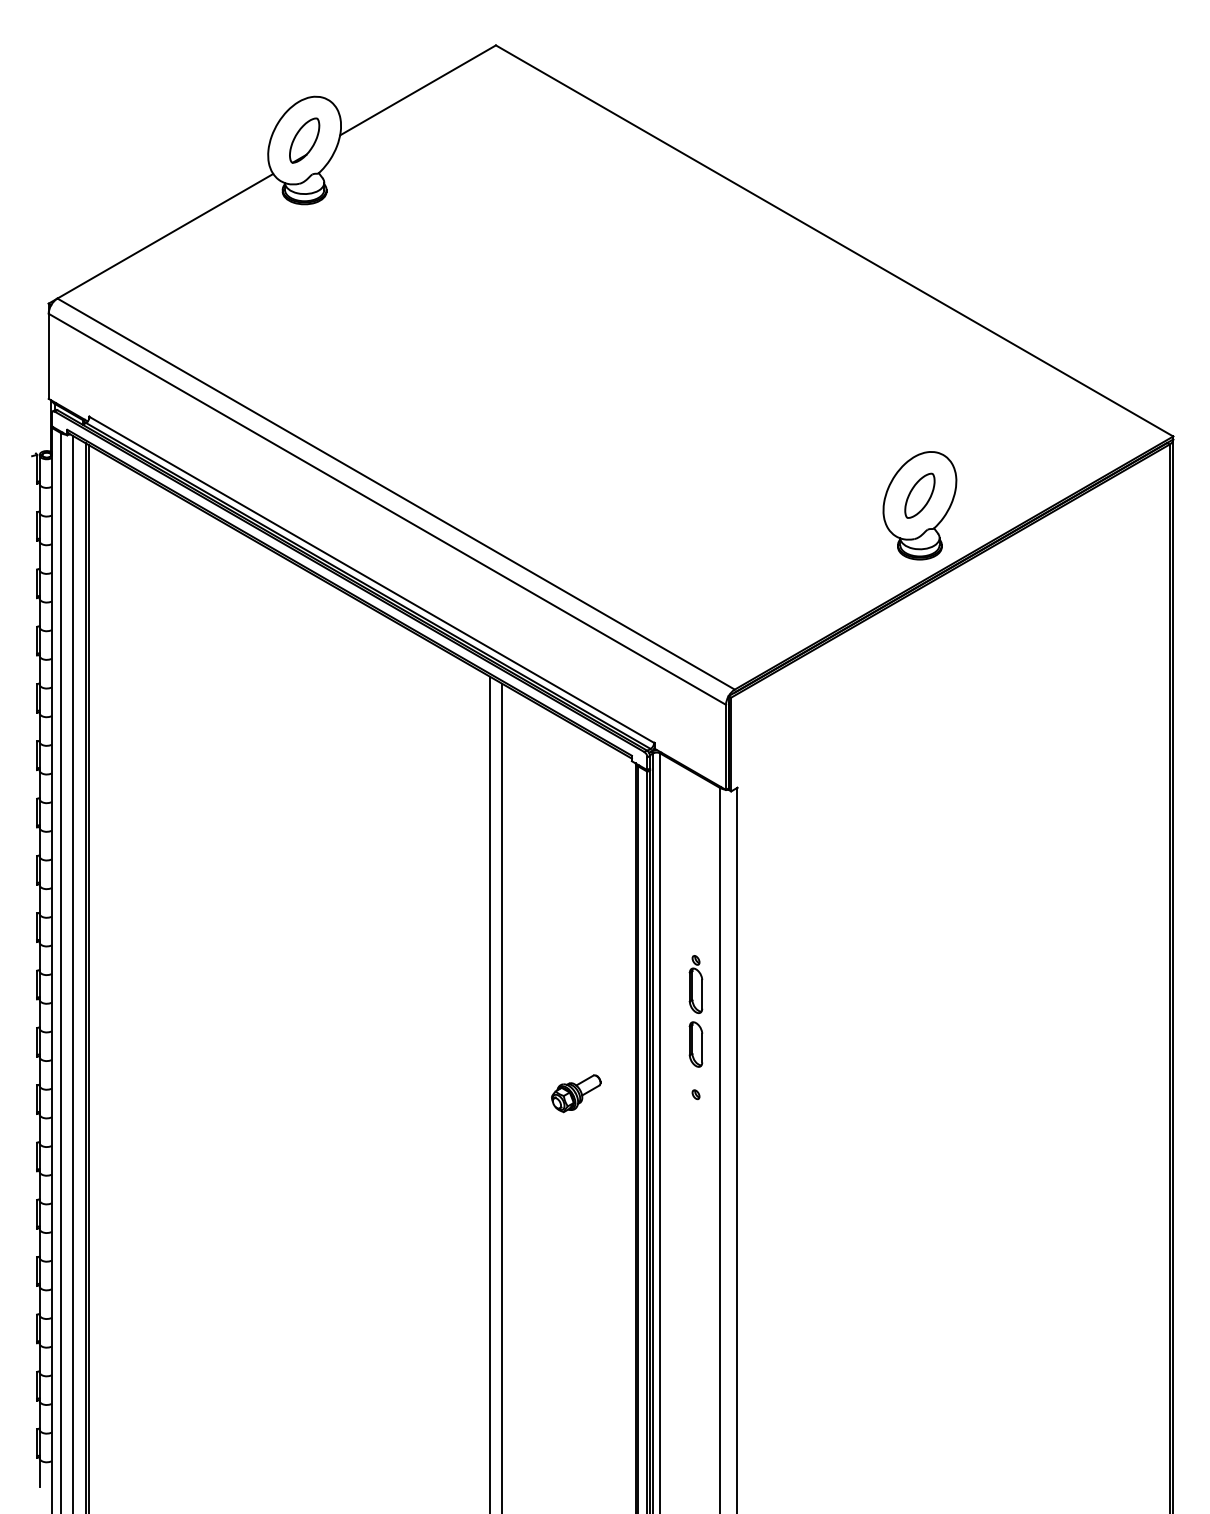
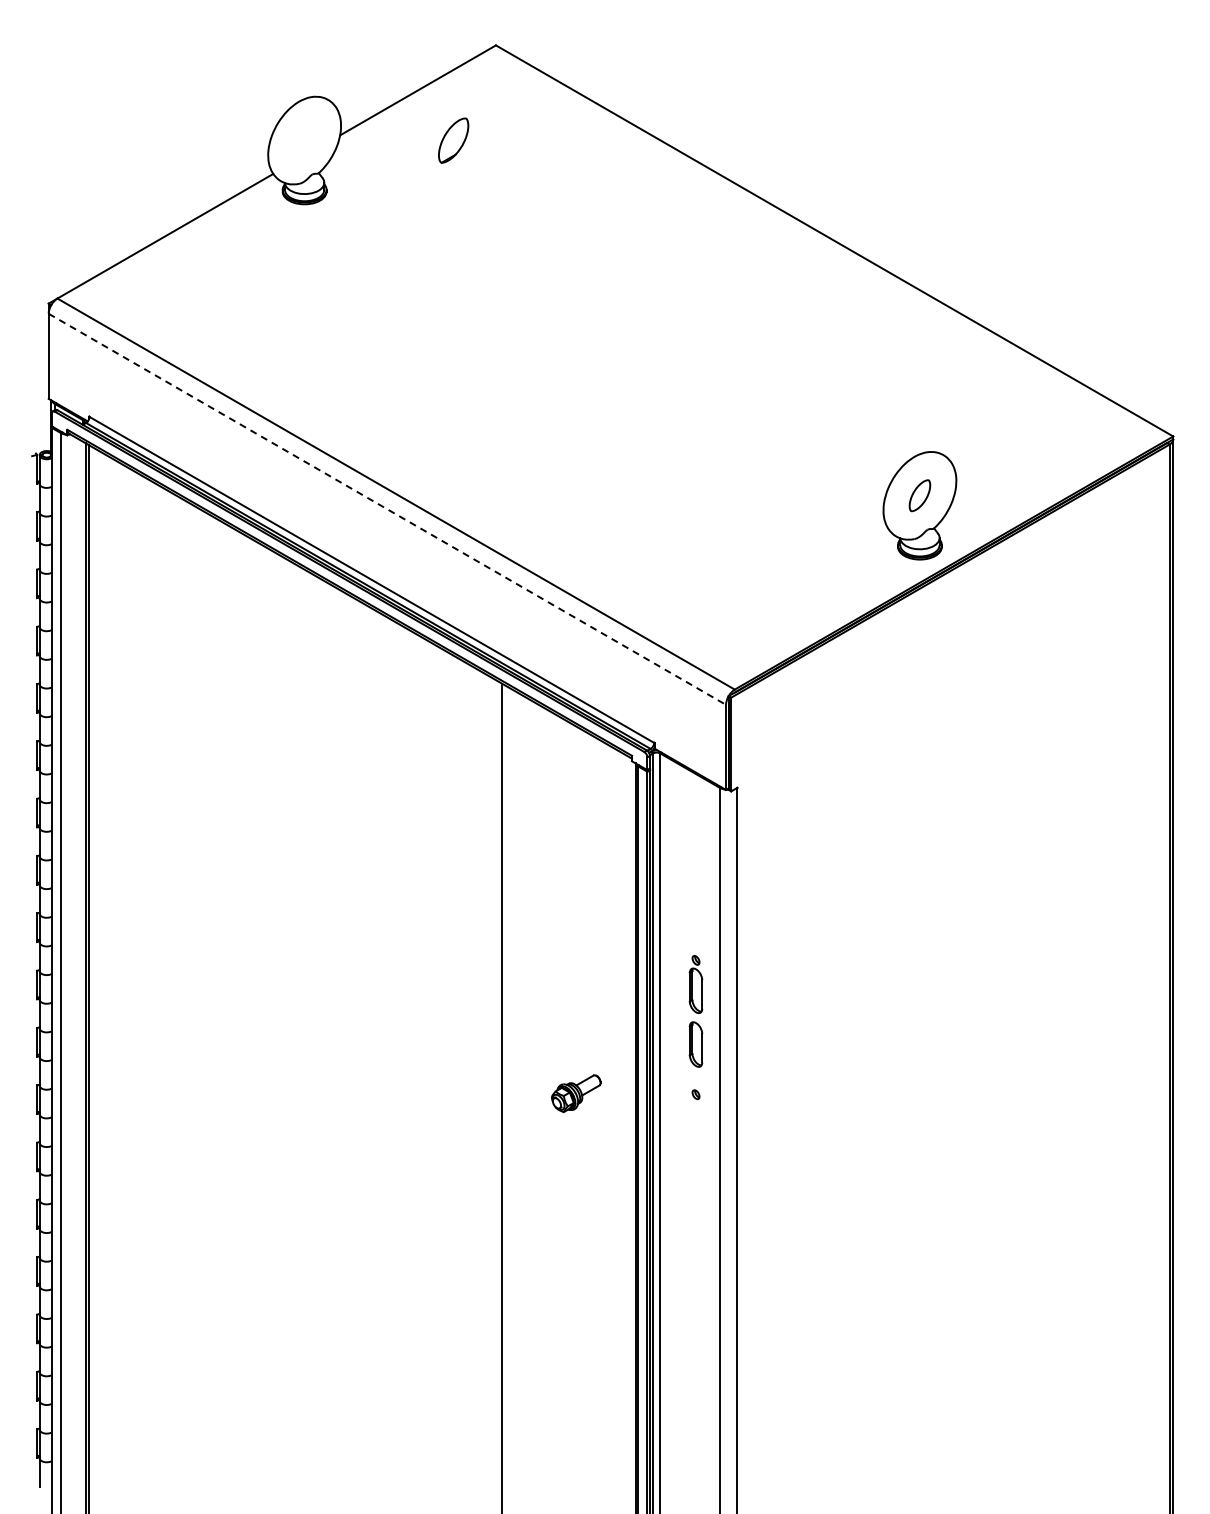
part at (304, 140) position: (304, 140) -> (453, 140)
part at (919, 495) size: 32x47 px -> 24x34 px
line at (387, 509): solid -> dashed
line at (73, 973): present -> none
line at (489, 1093): present -> none
